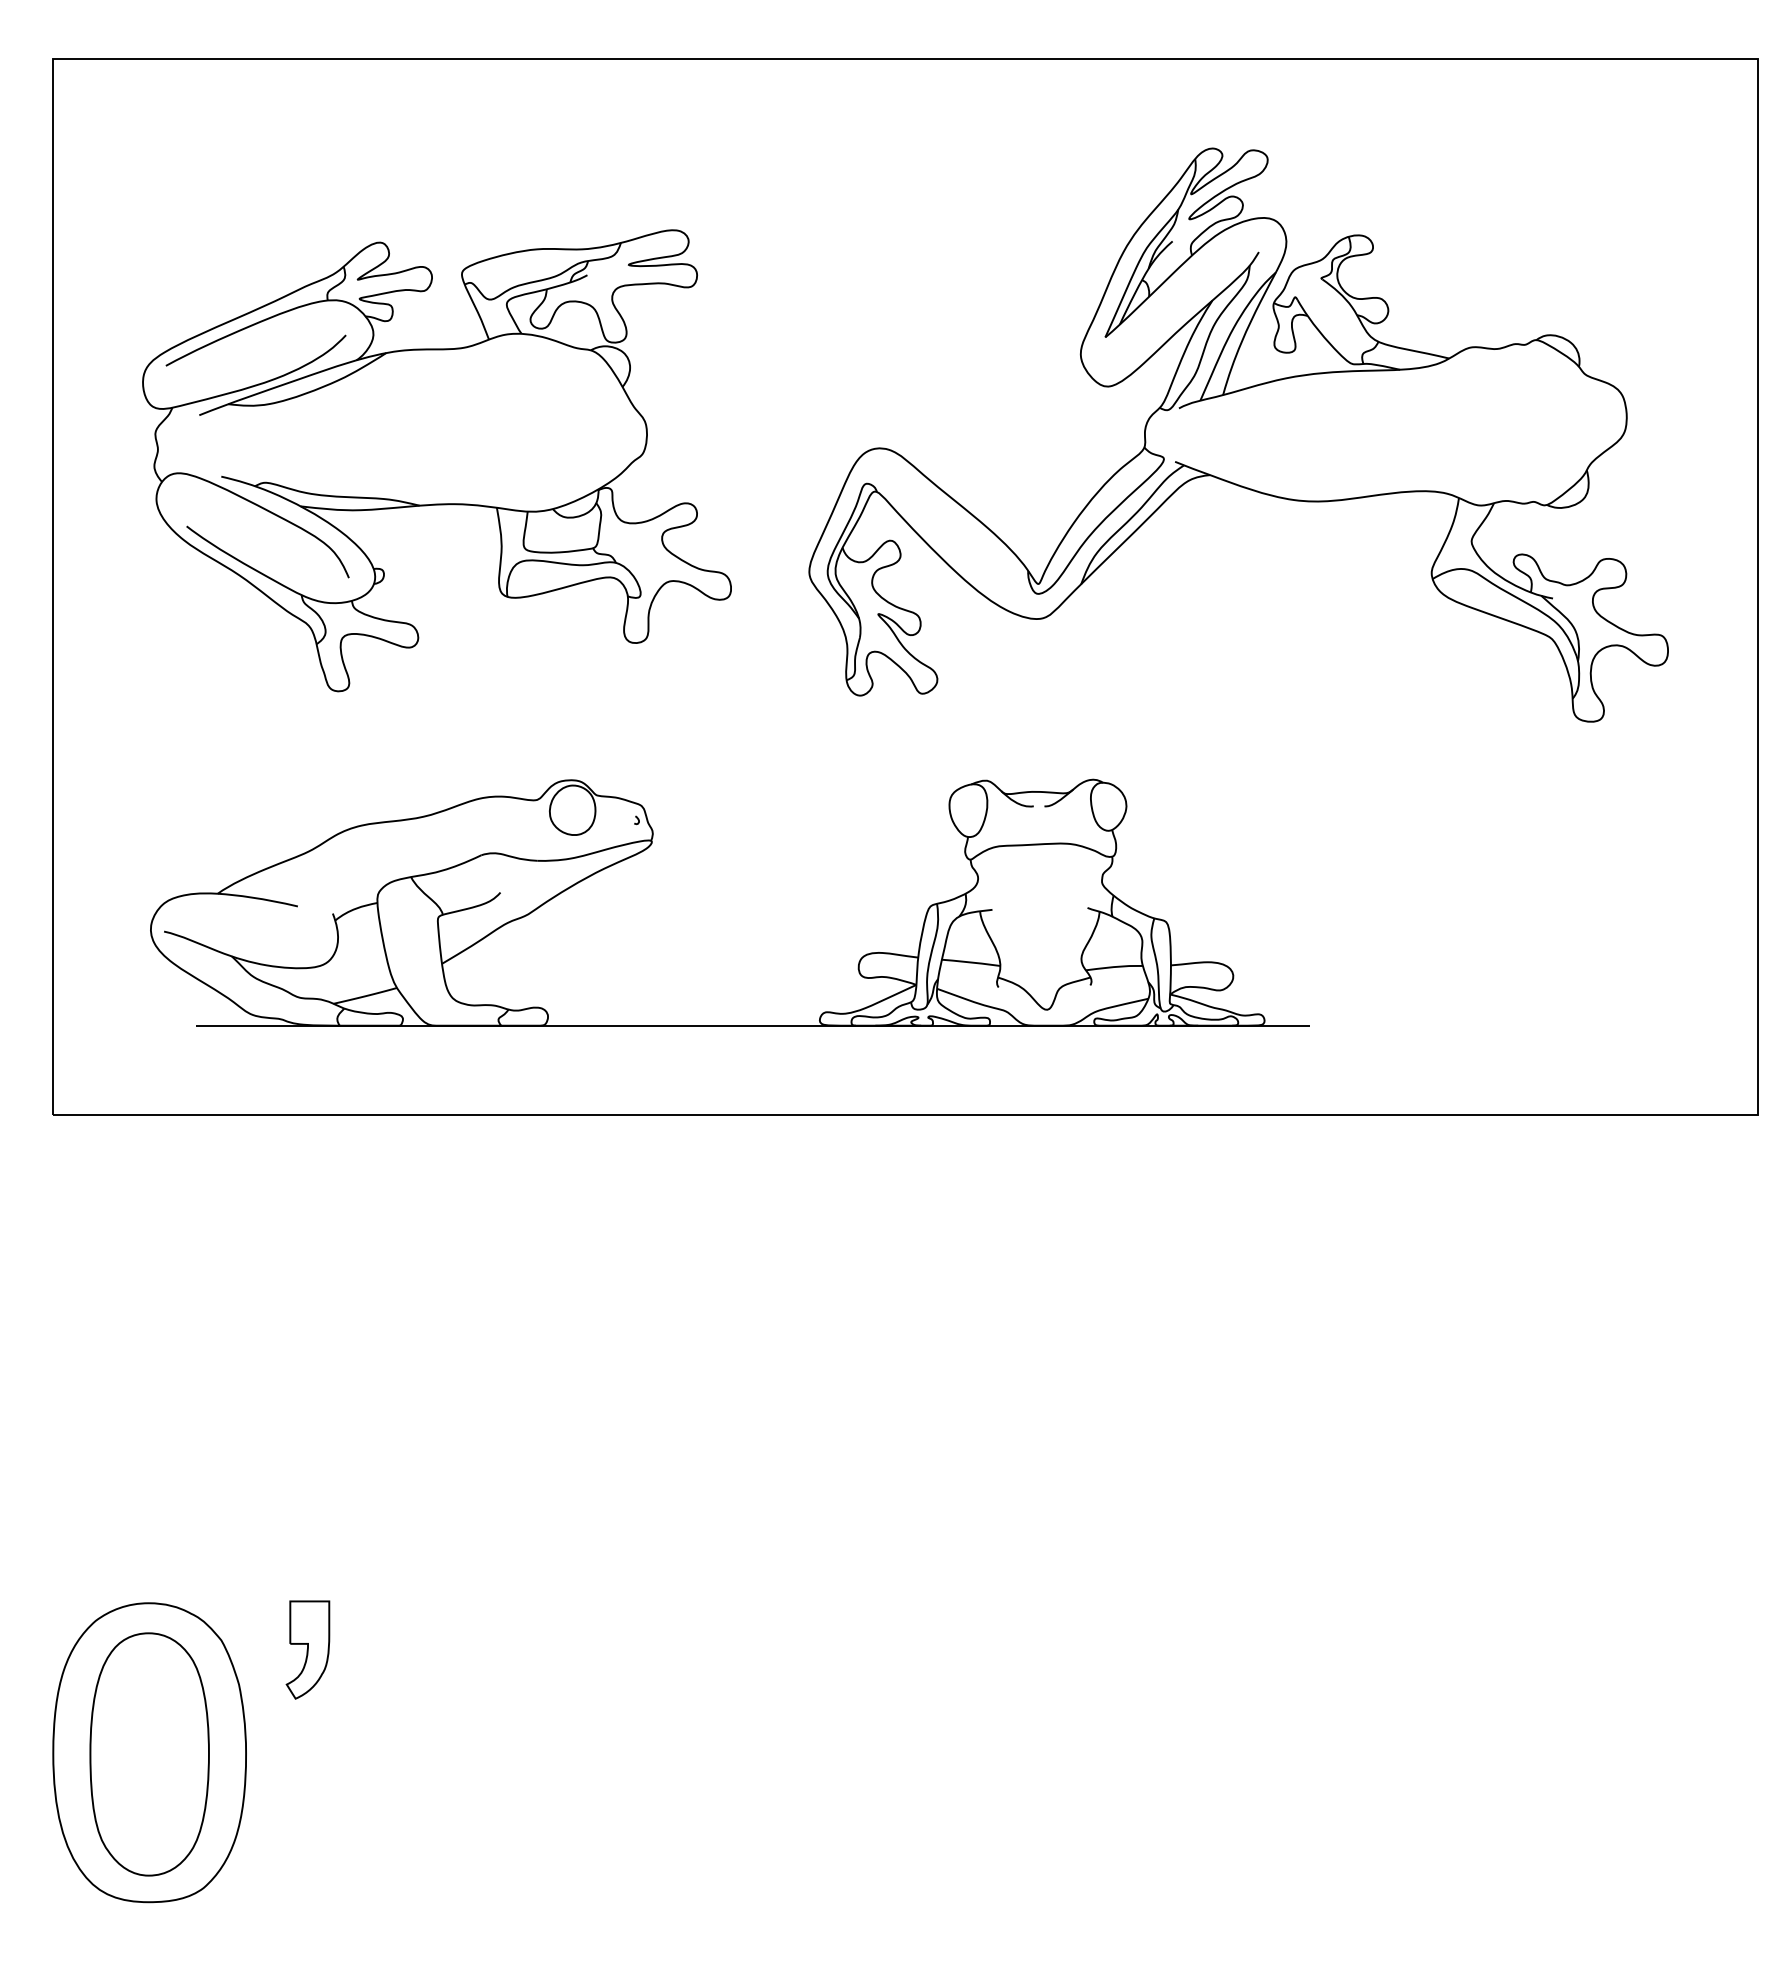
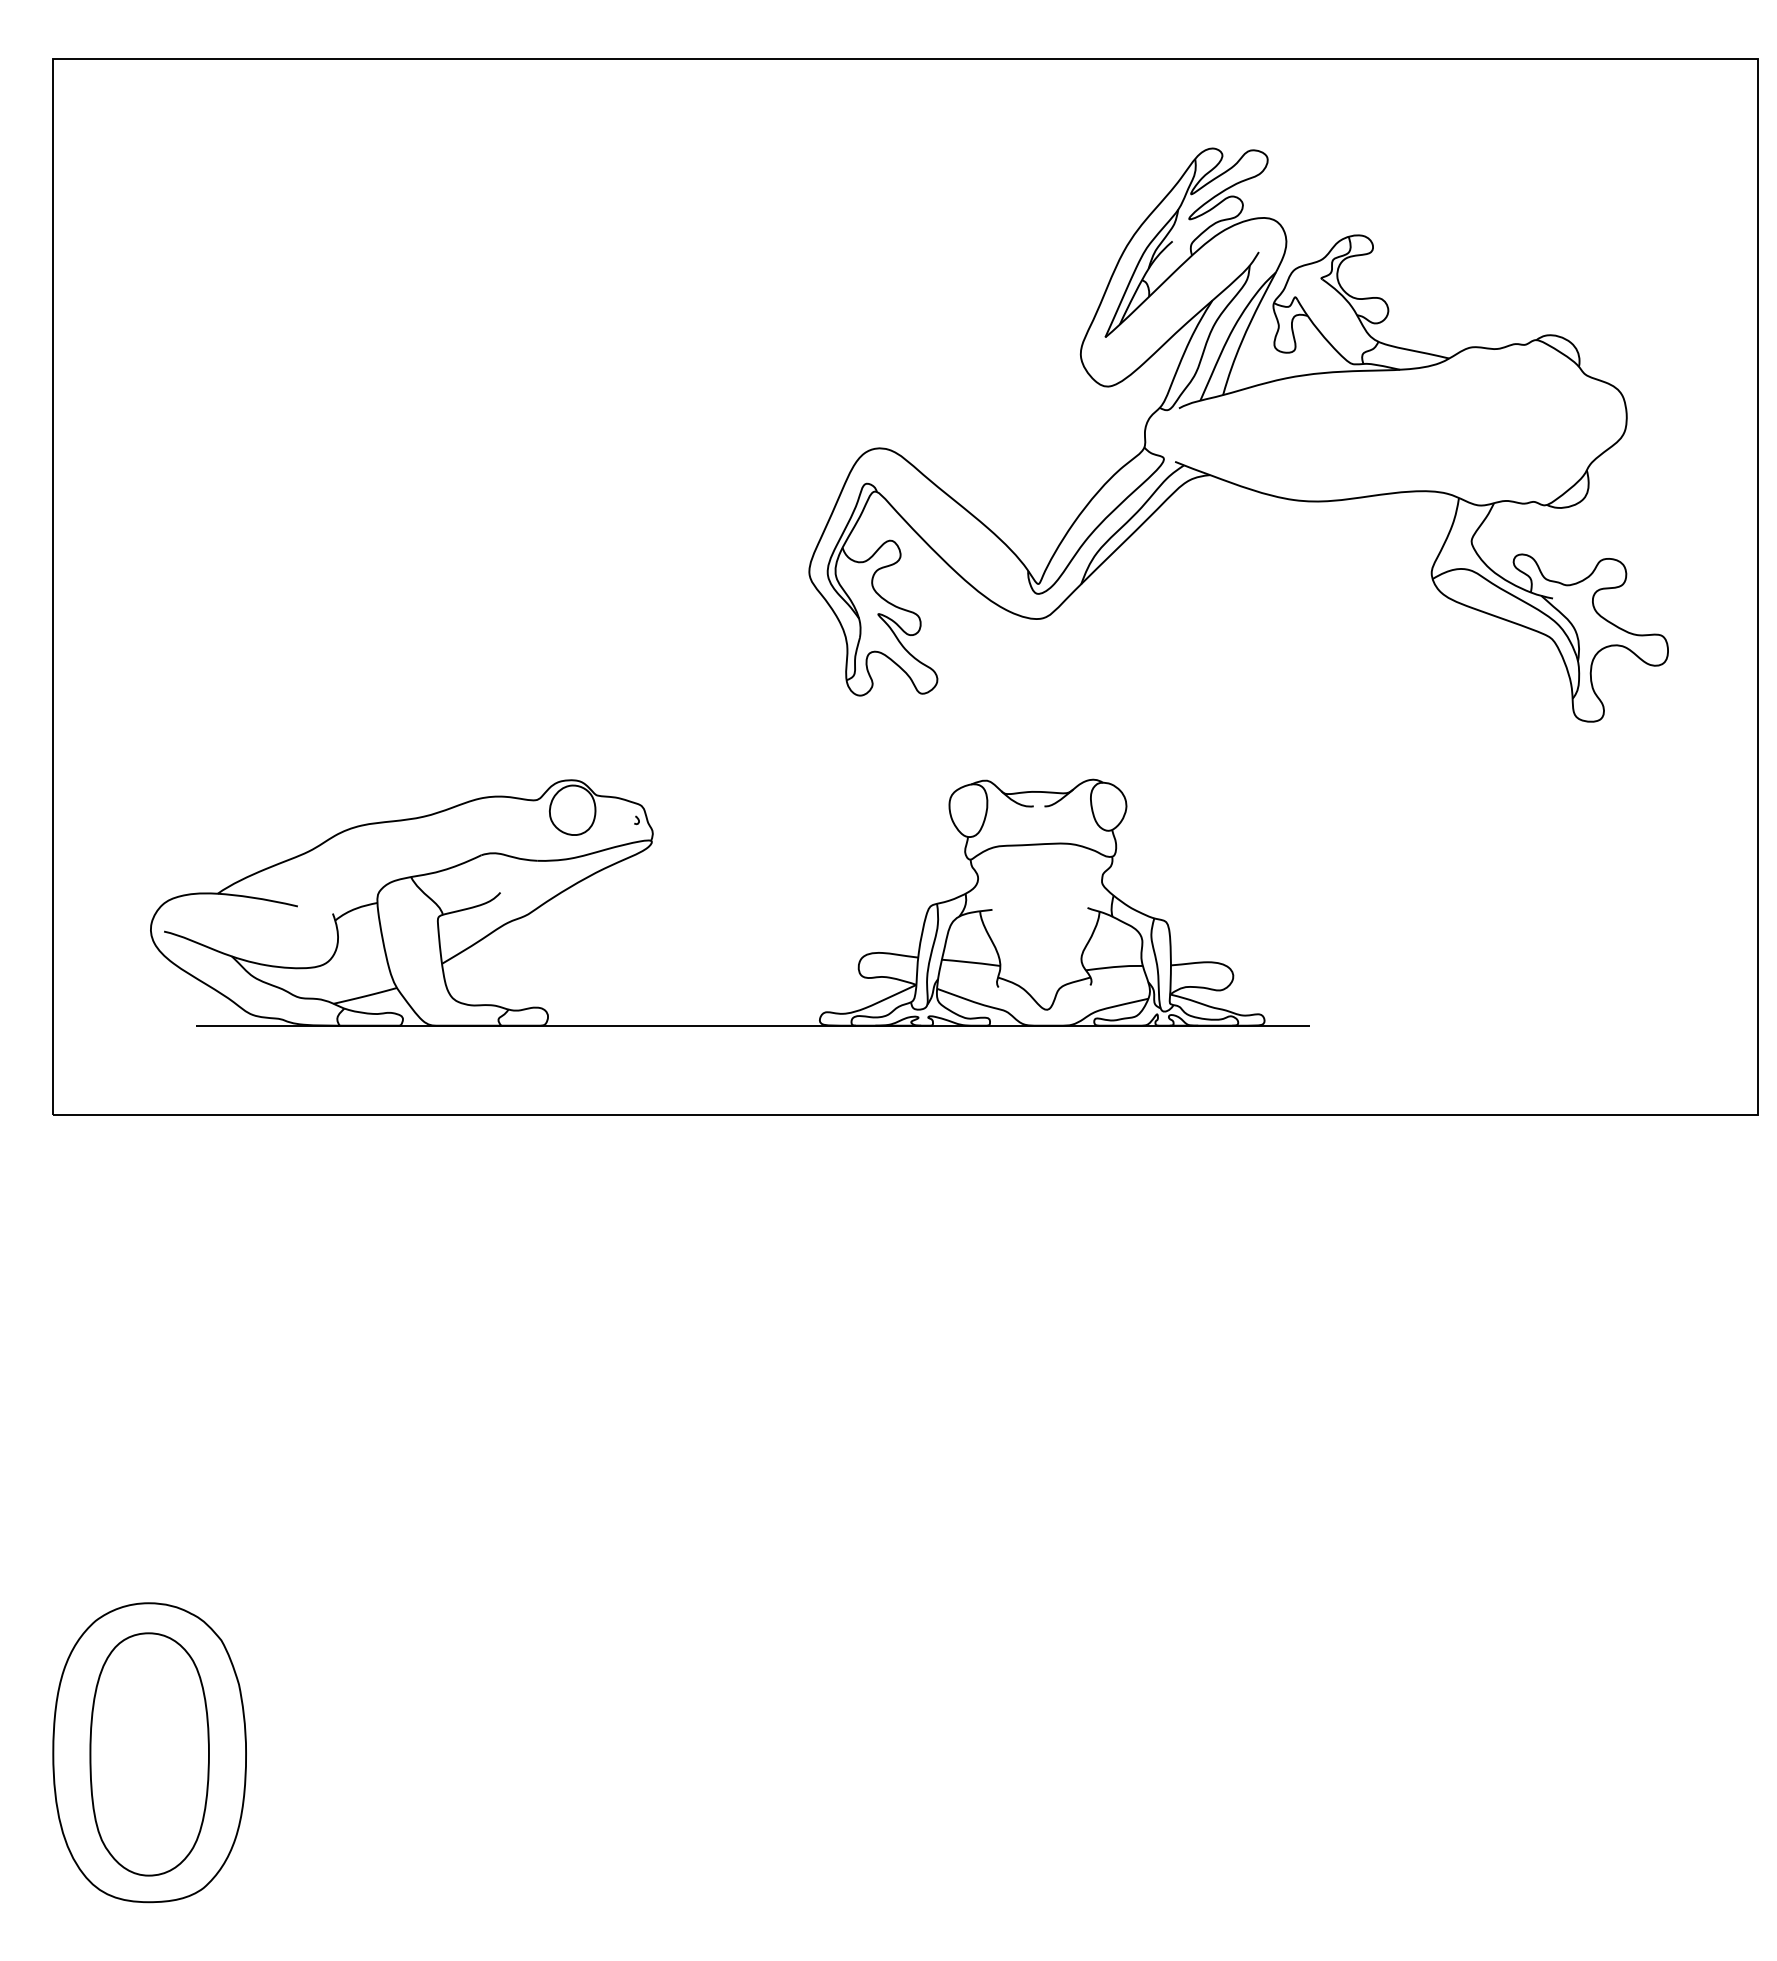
part at (436, 460): present -> none
part at (307, 1649): present -> none
